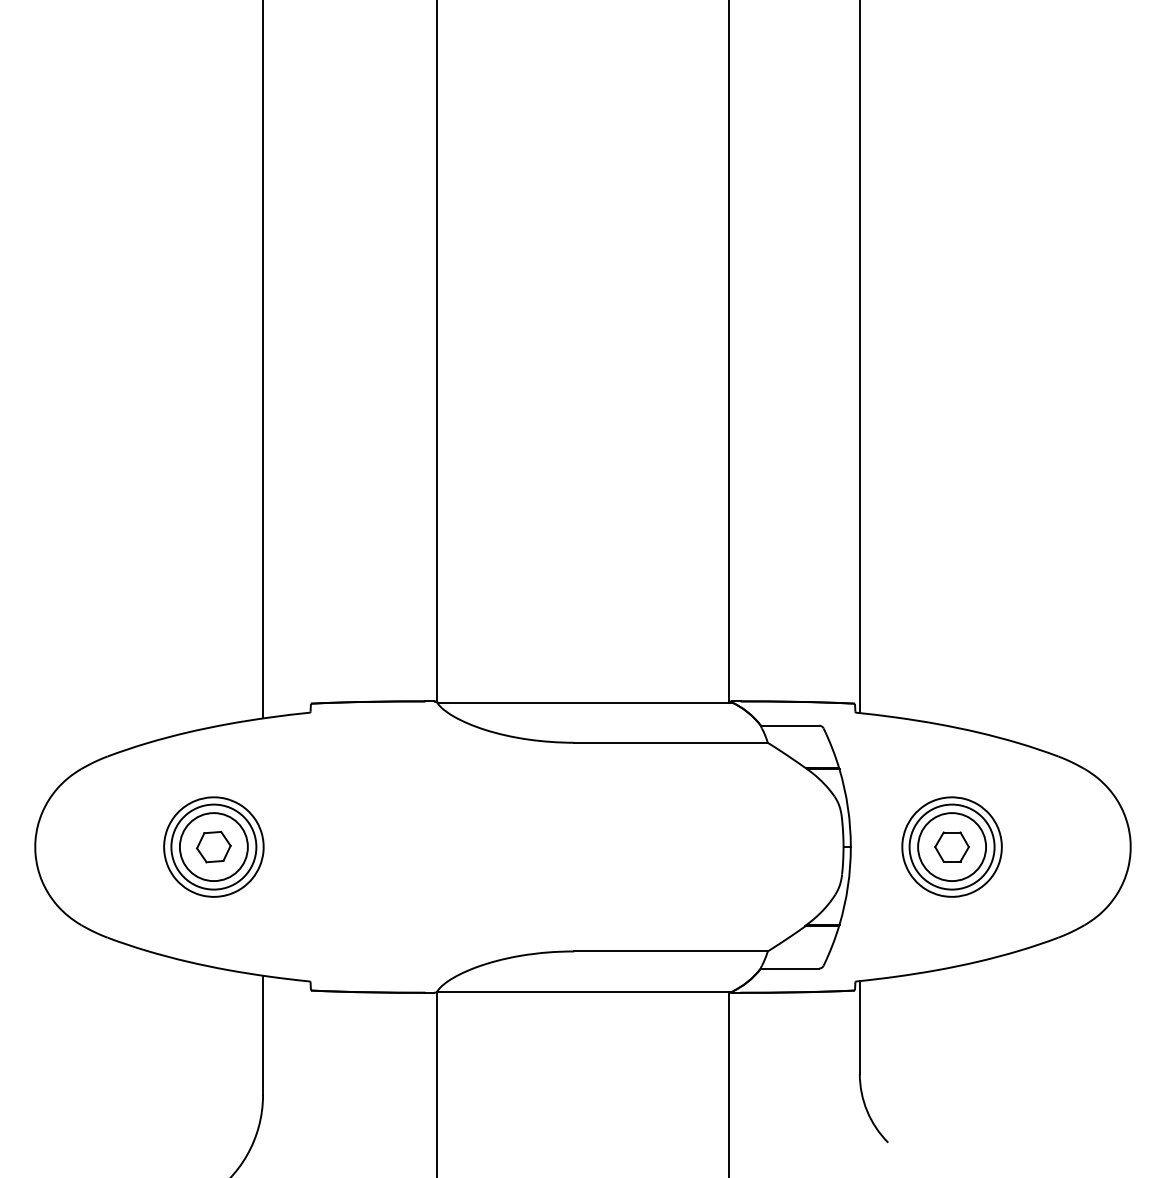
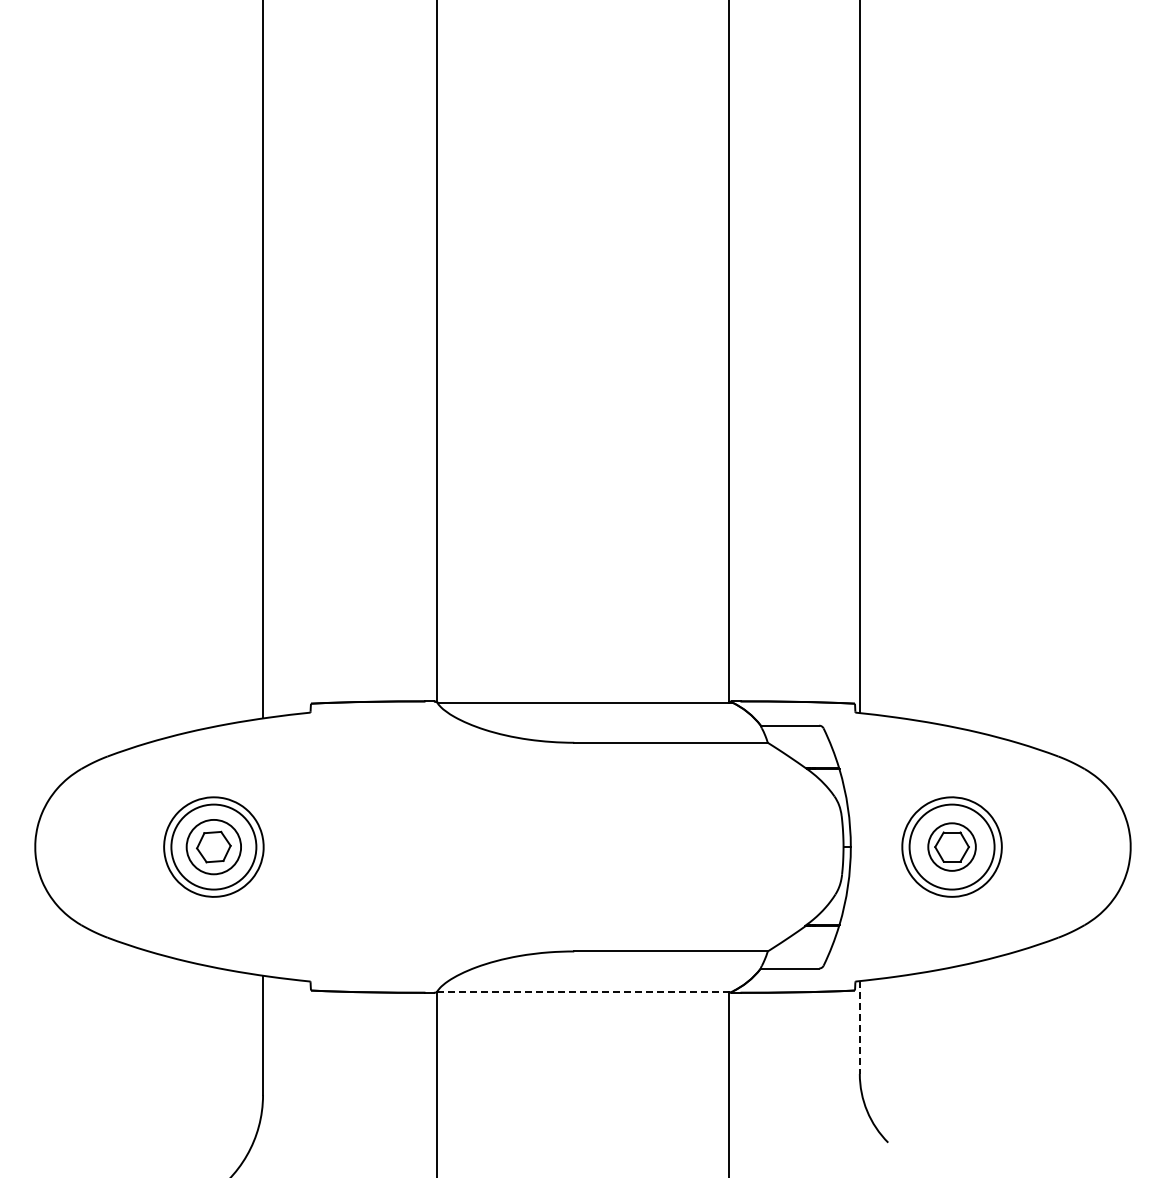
circle at (213, 847) diameter: 68 px -> 54 px
circle at (952, 847) diameter: 68 px -> 48 px
line at (583, 992): solid -> dashed
line at (859, 1028): solid -> dashed
